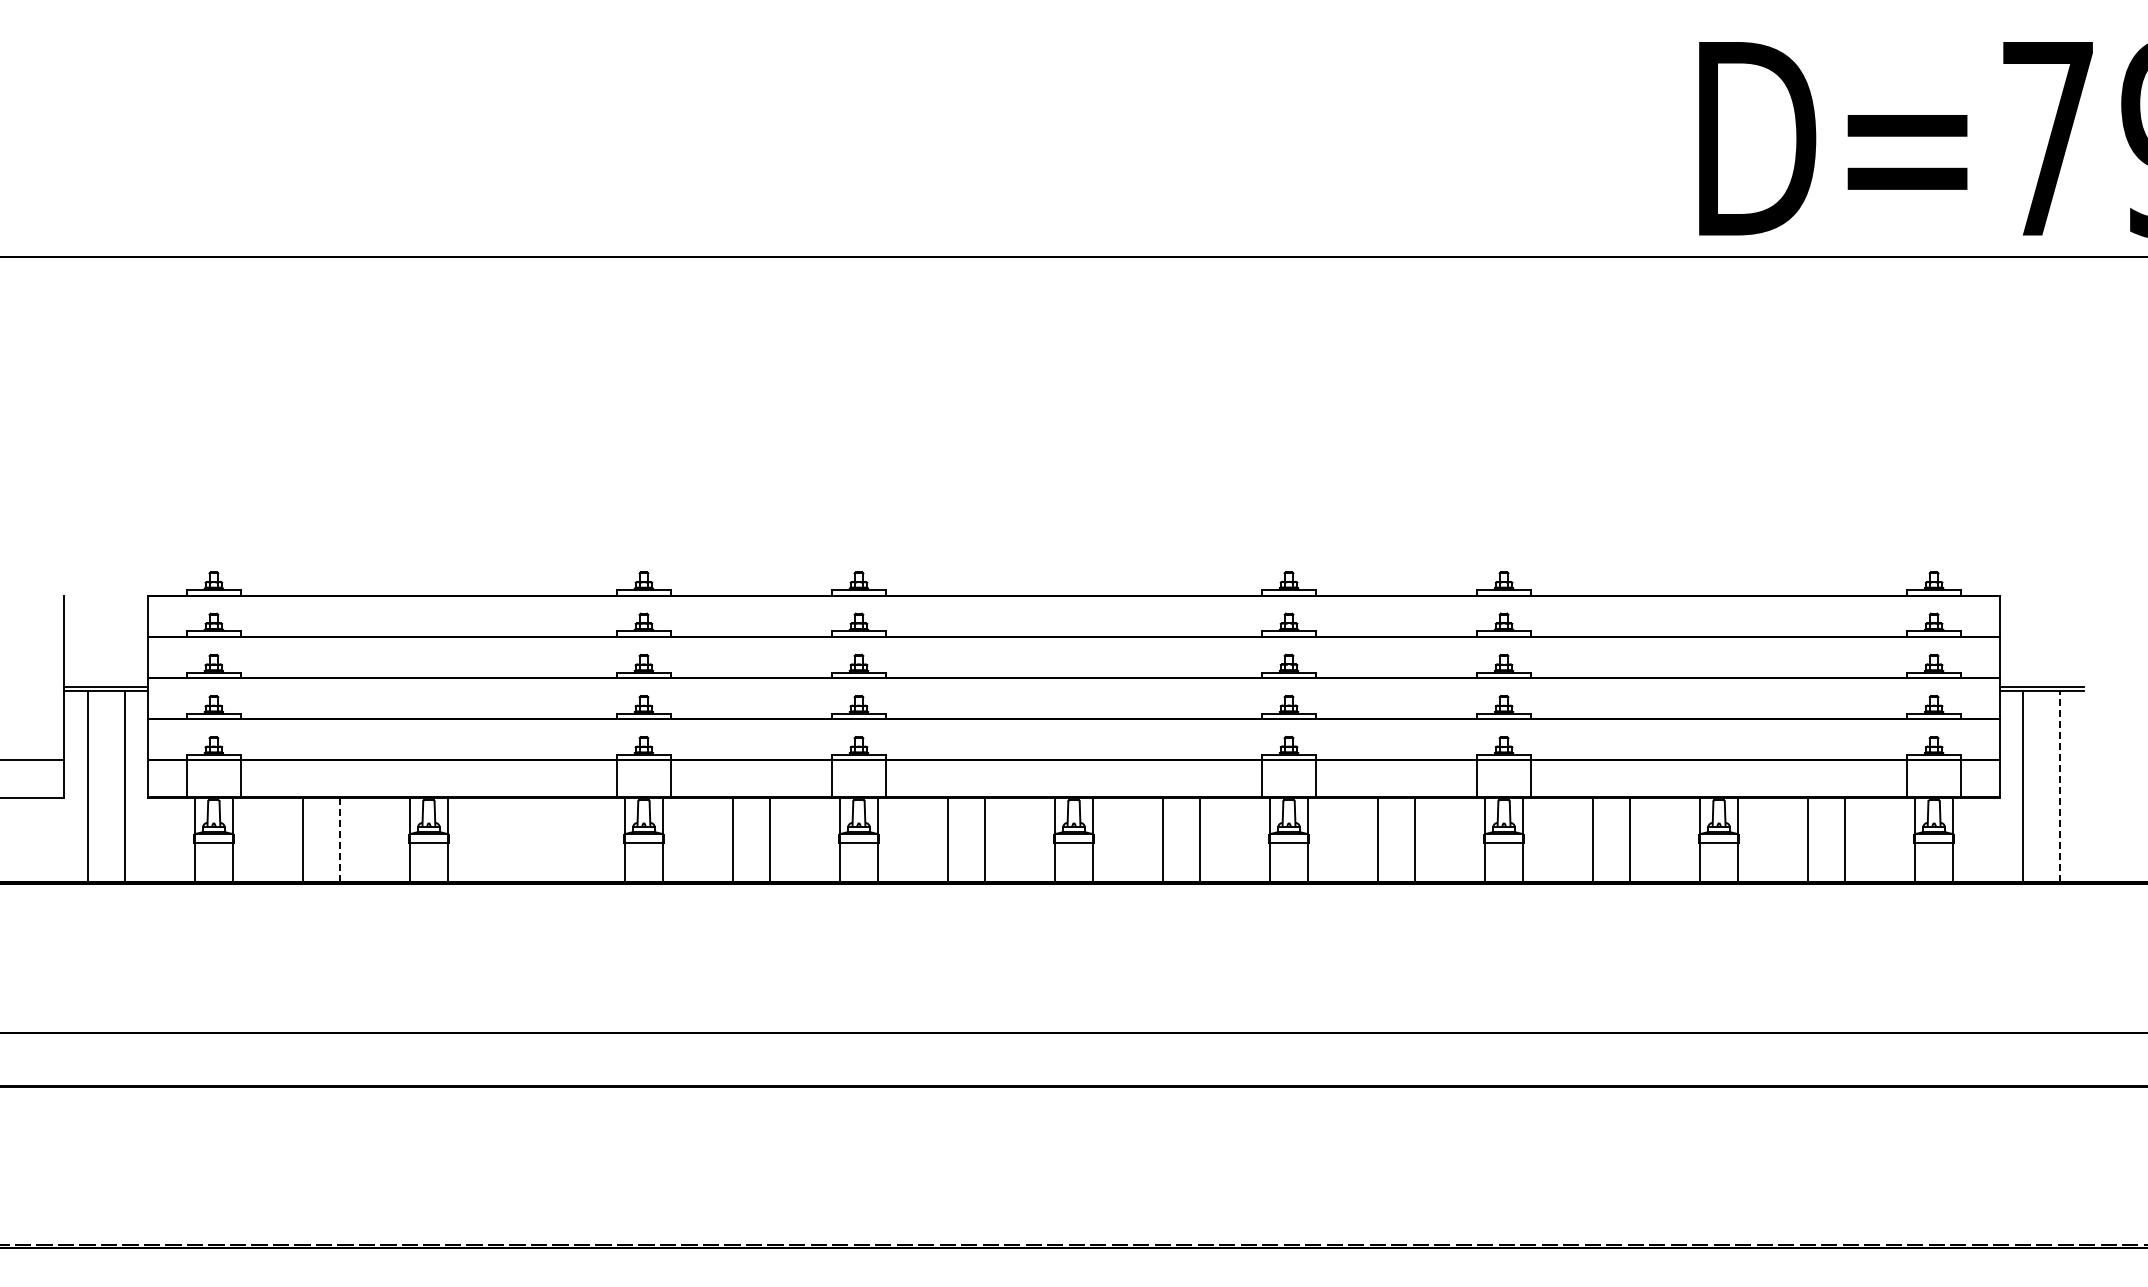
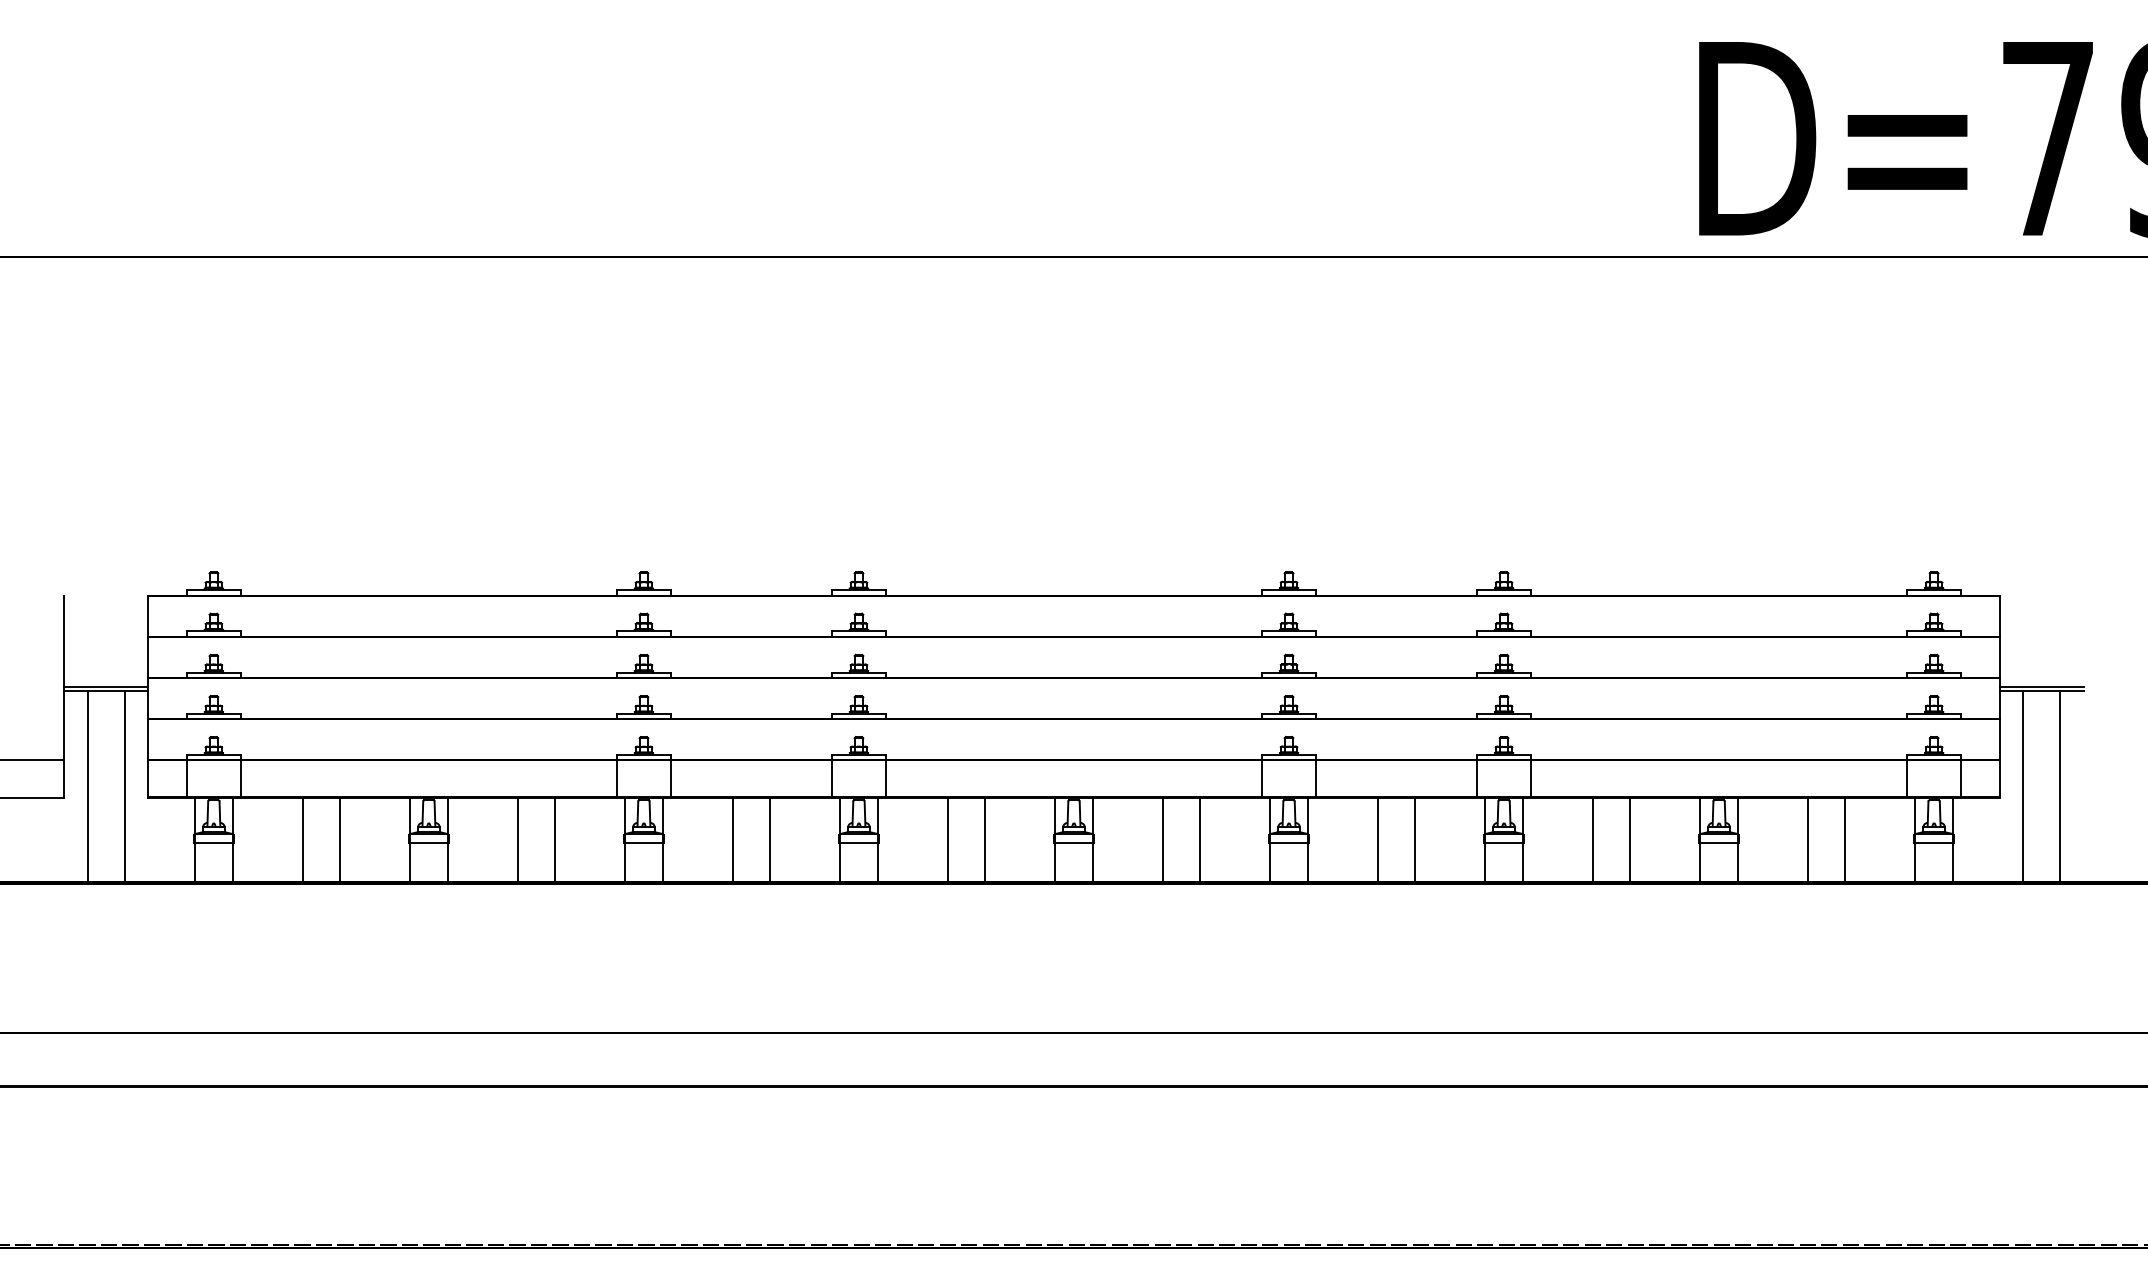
line at (2060, 786): dashed -> solid
line at (340, 839): dashed -> solid
line at (517, 839): none -> present
line at (555, 839): none -> present
